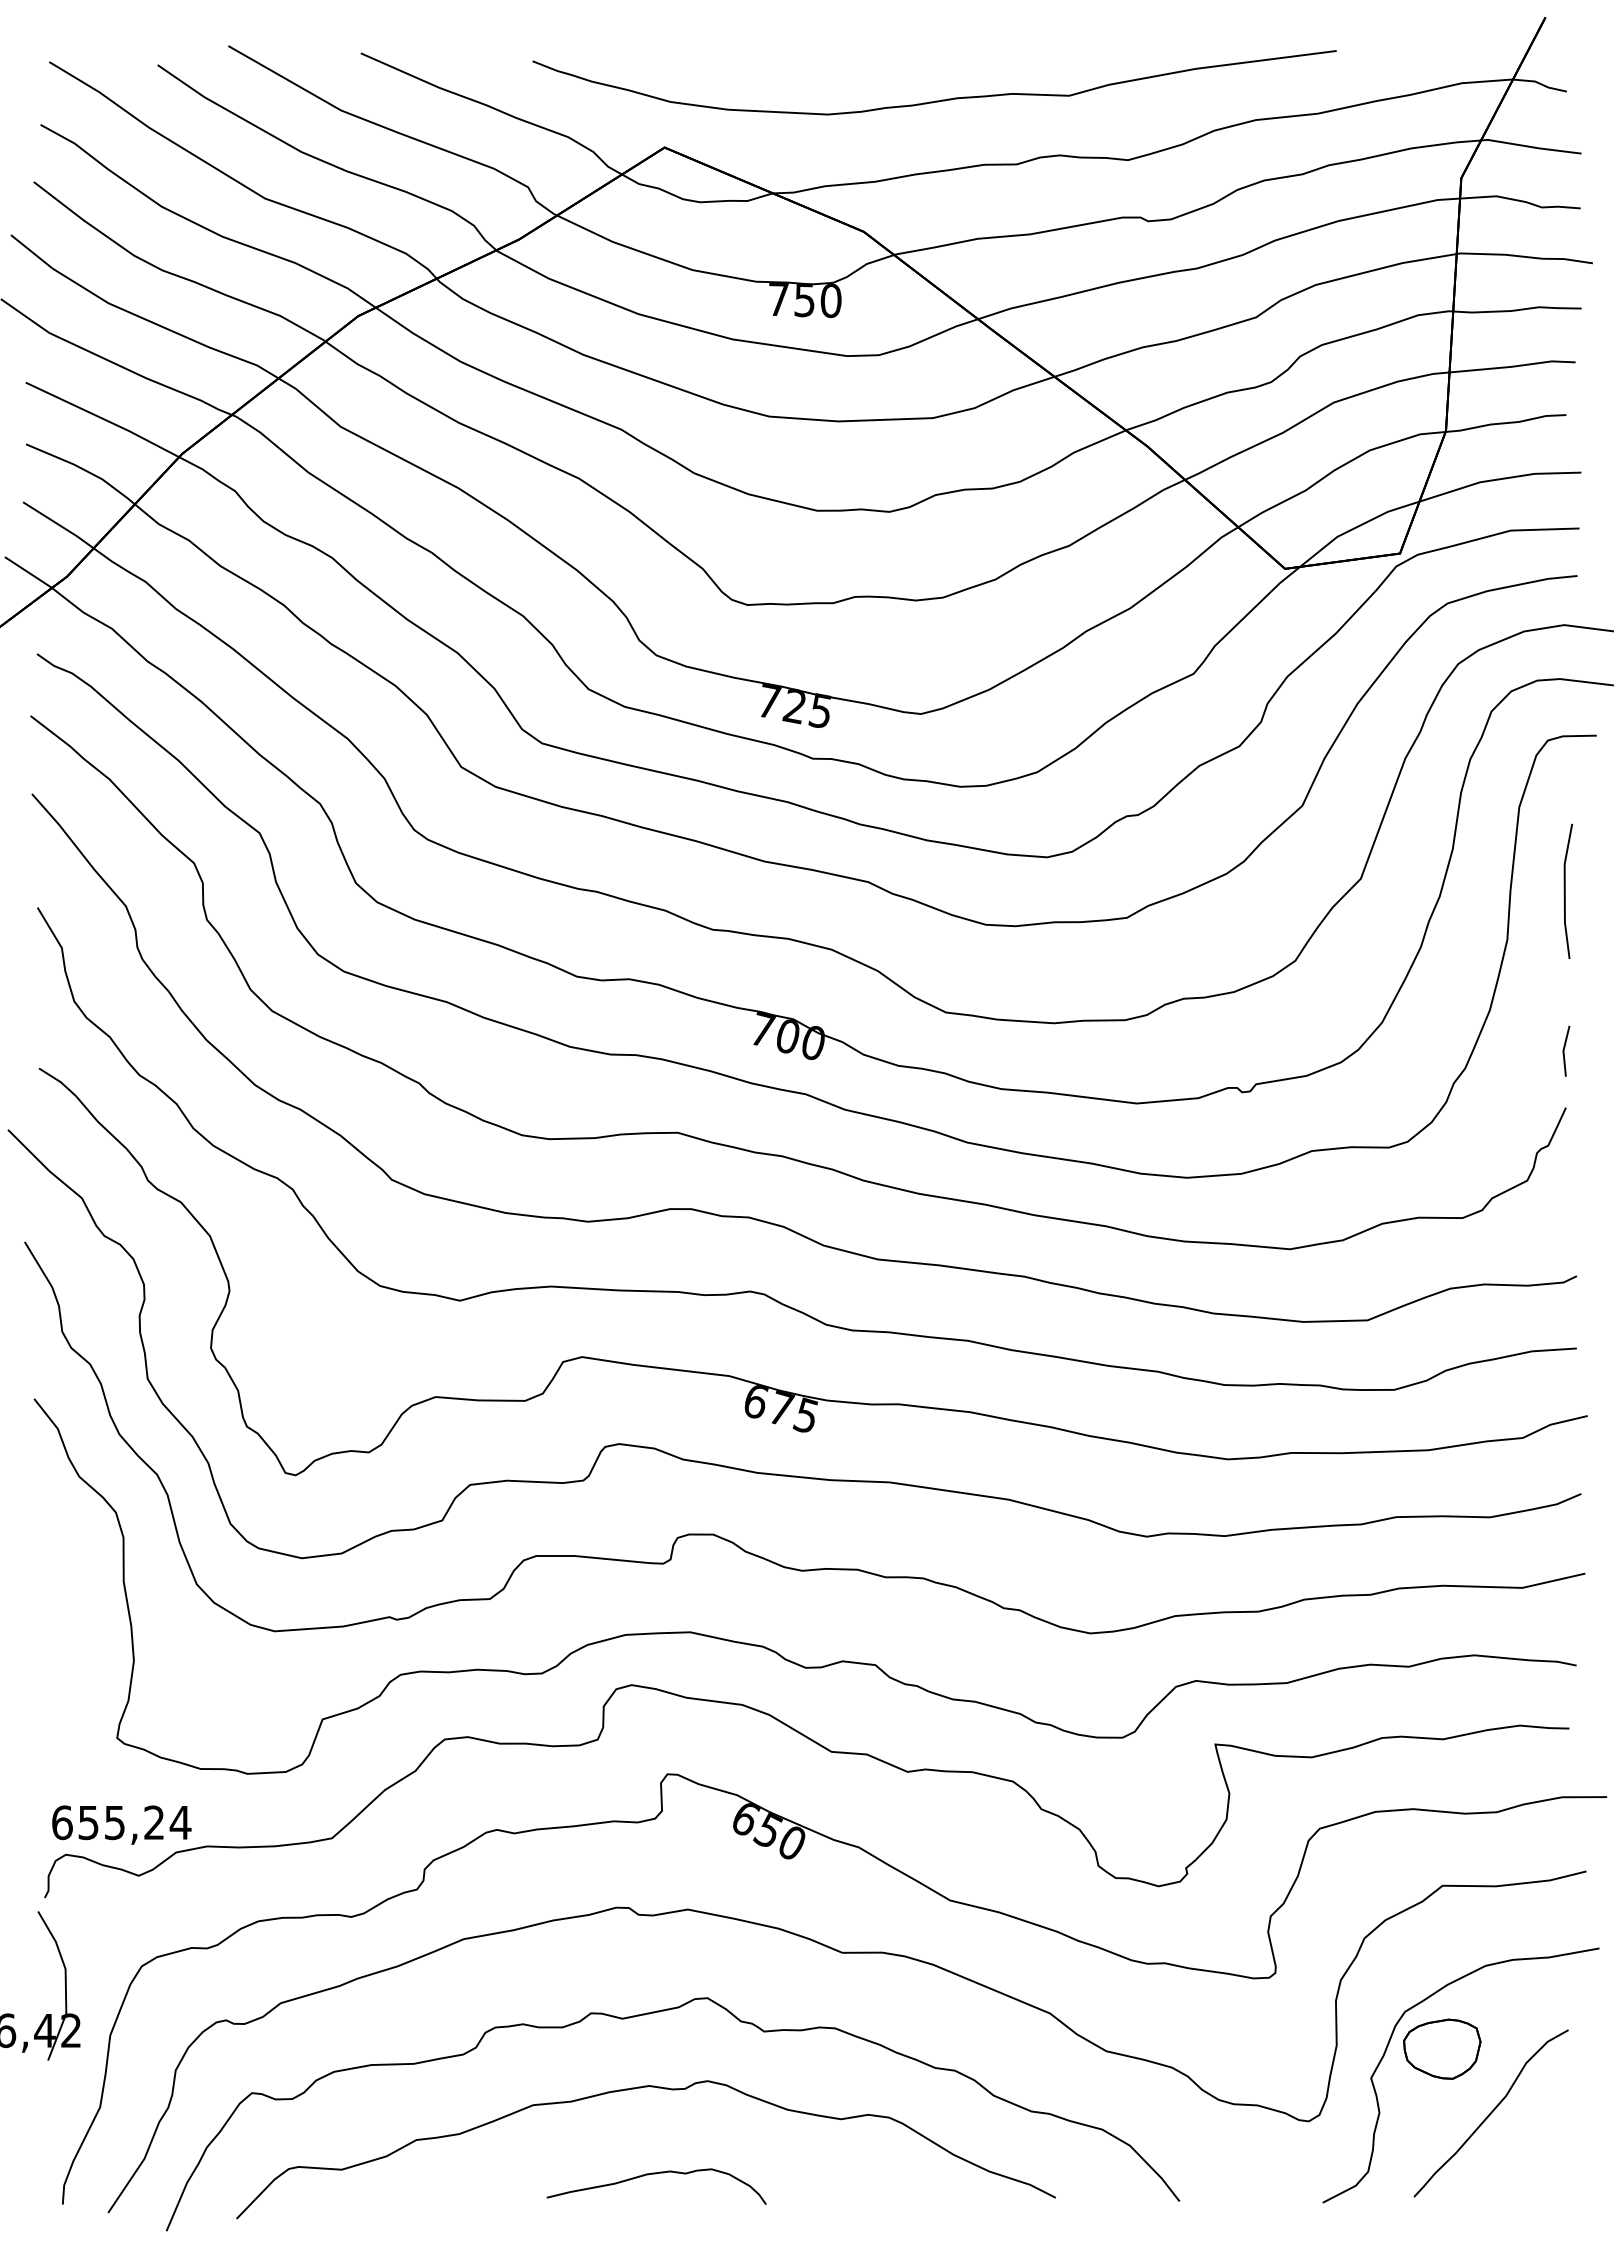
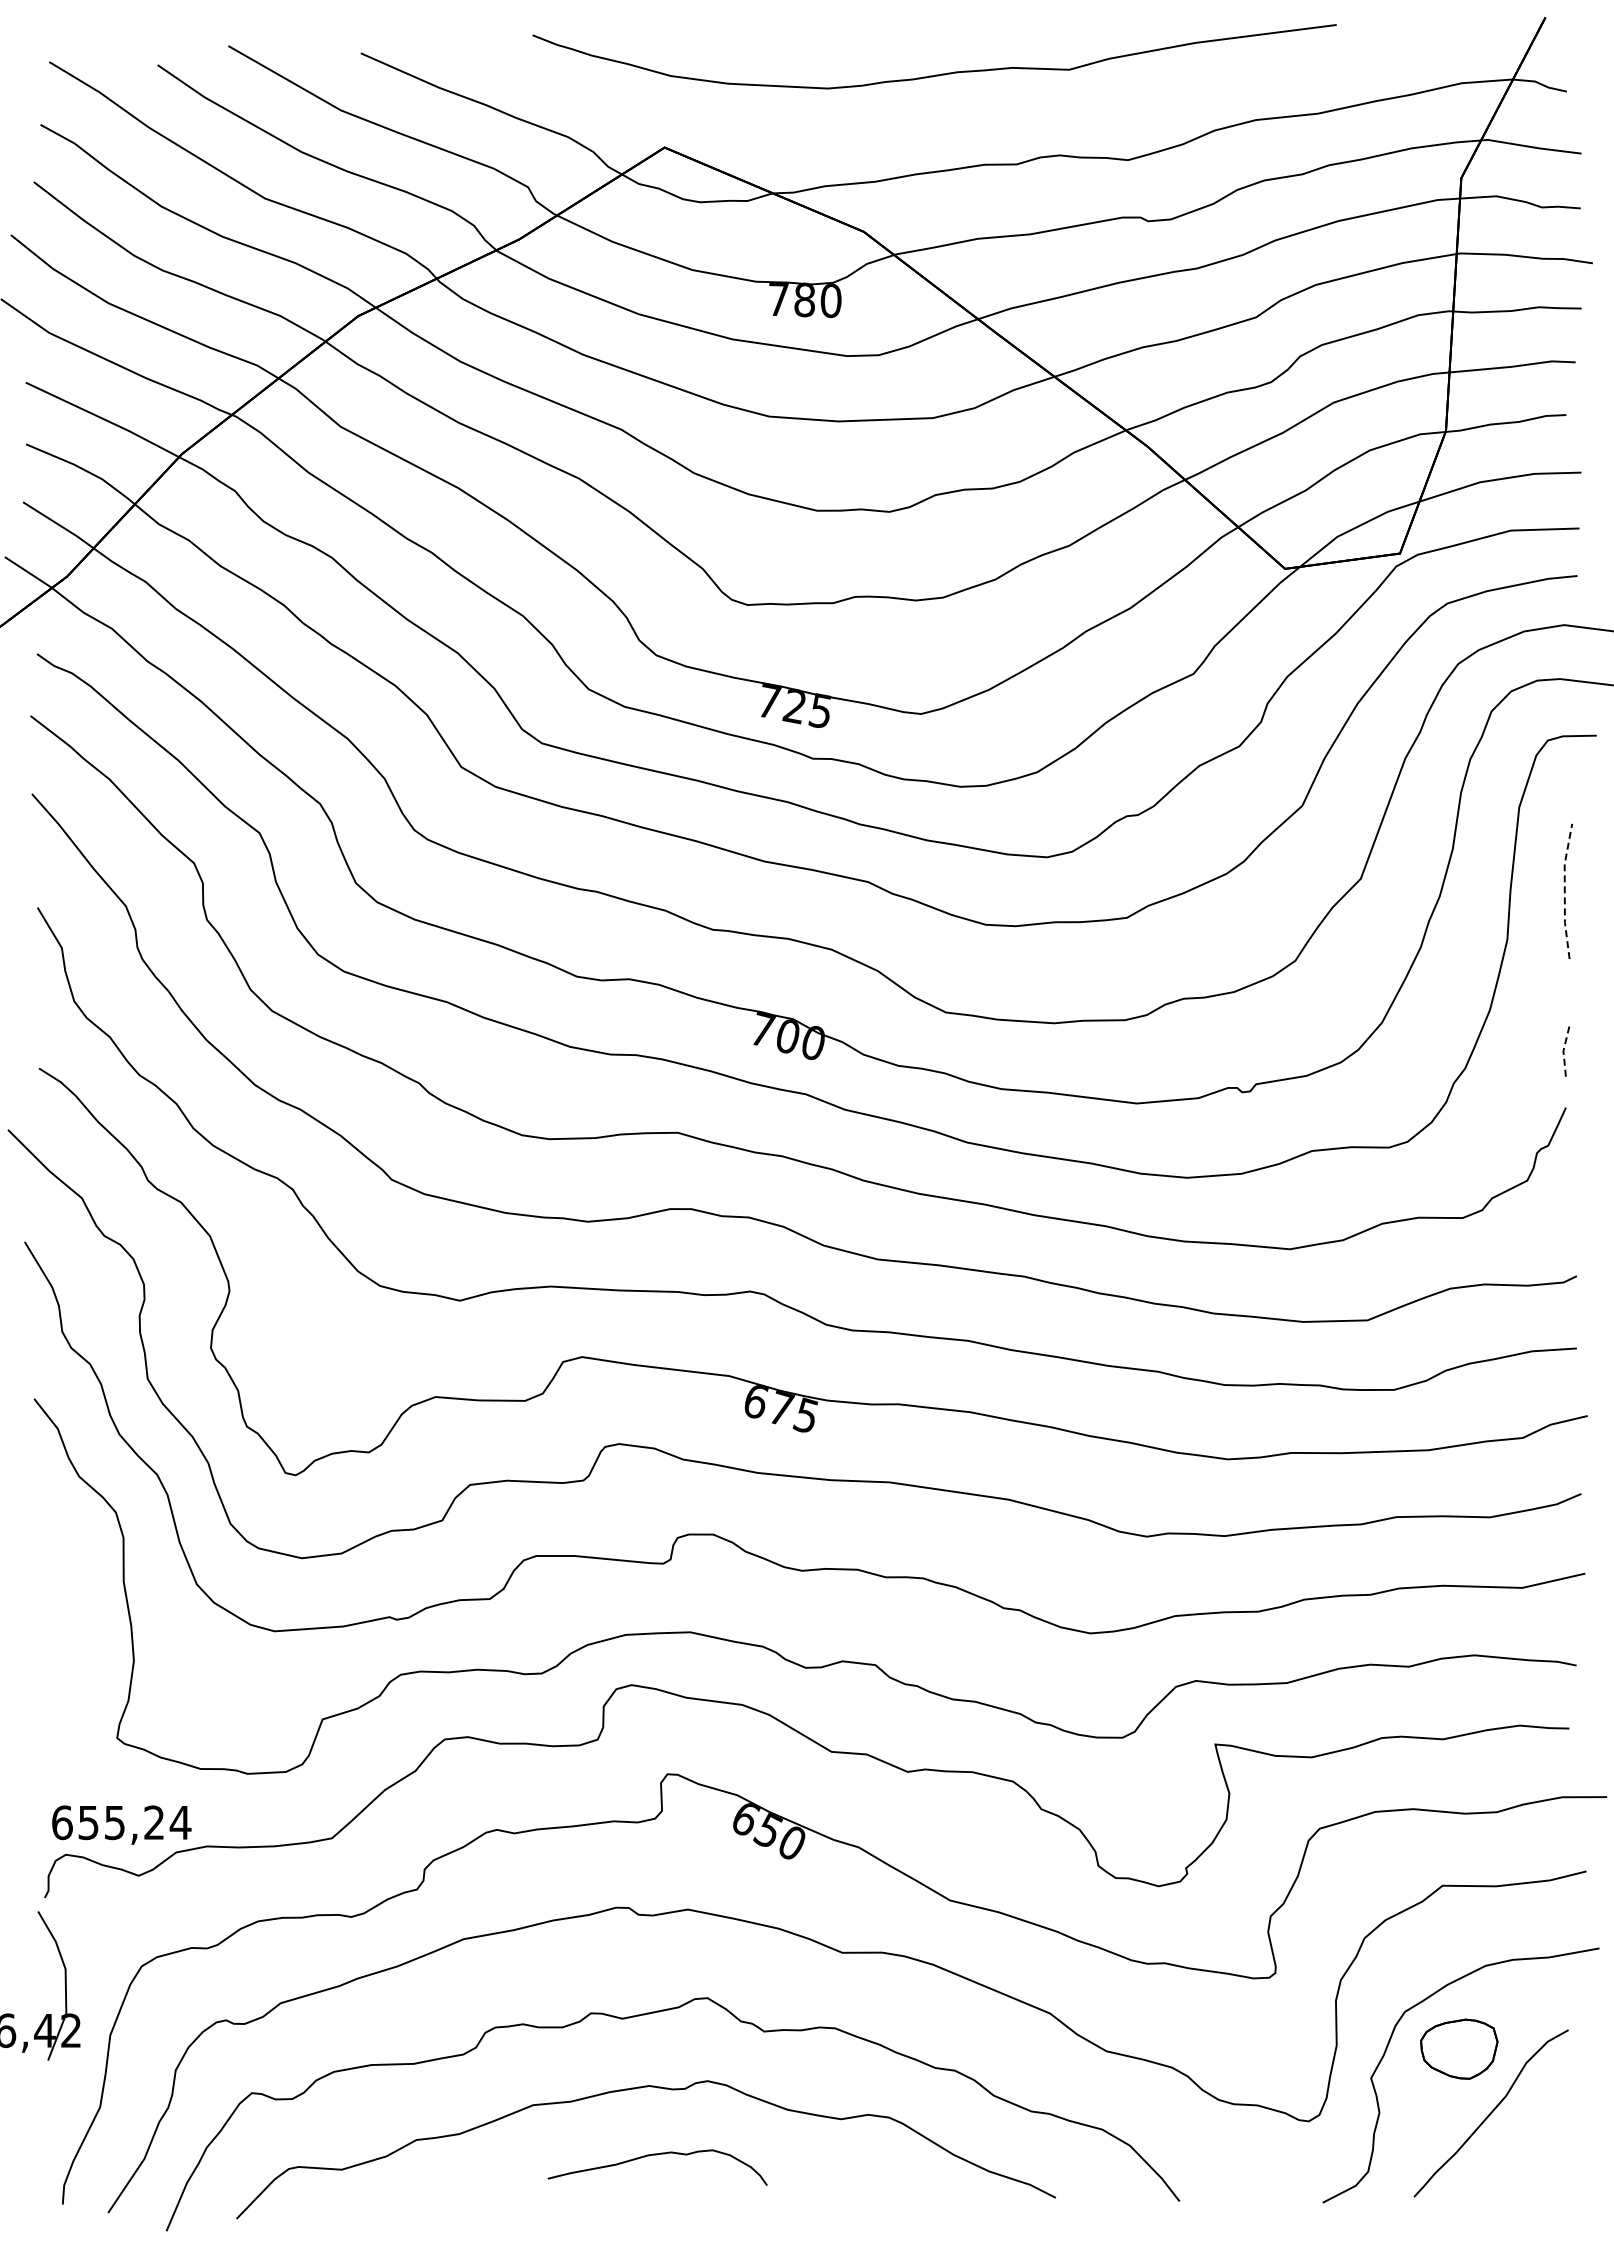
curve at (935, 100) position: (935, 100) -> (935, 74)
text at (804, 299): 750 -> 780
line at (1564, 890): solid -> dashed
line at (1563, 1050): solid -> dashed
part at (1442, 2048) position: (1442, 2048) -> (1459, 2048)
curve at (656, 2174) position: (656, 2174) -> (657, 2155)
